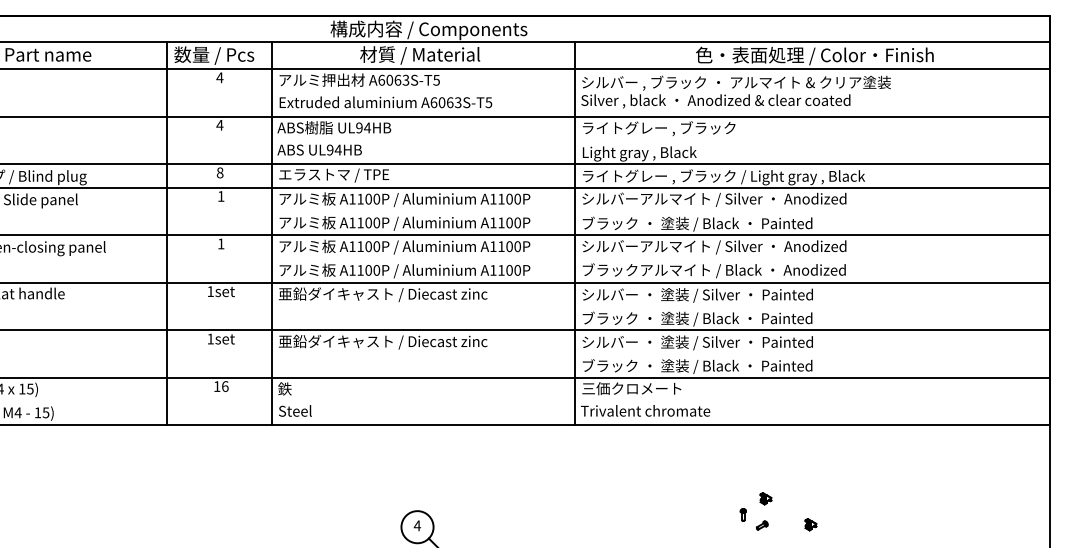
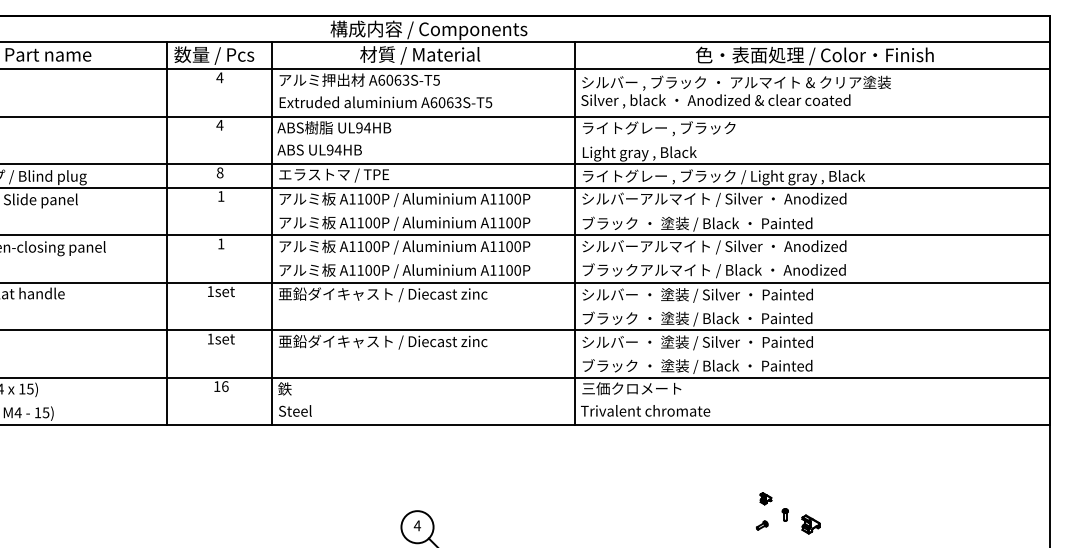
part at (742, 514) position: (742, 514) -> (784, 514)
part at (810, 524) size: 14x14 px -> 20x21 px
